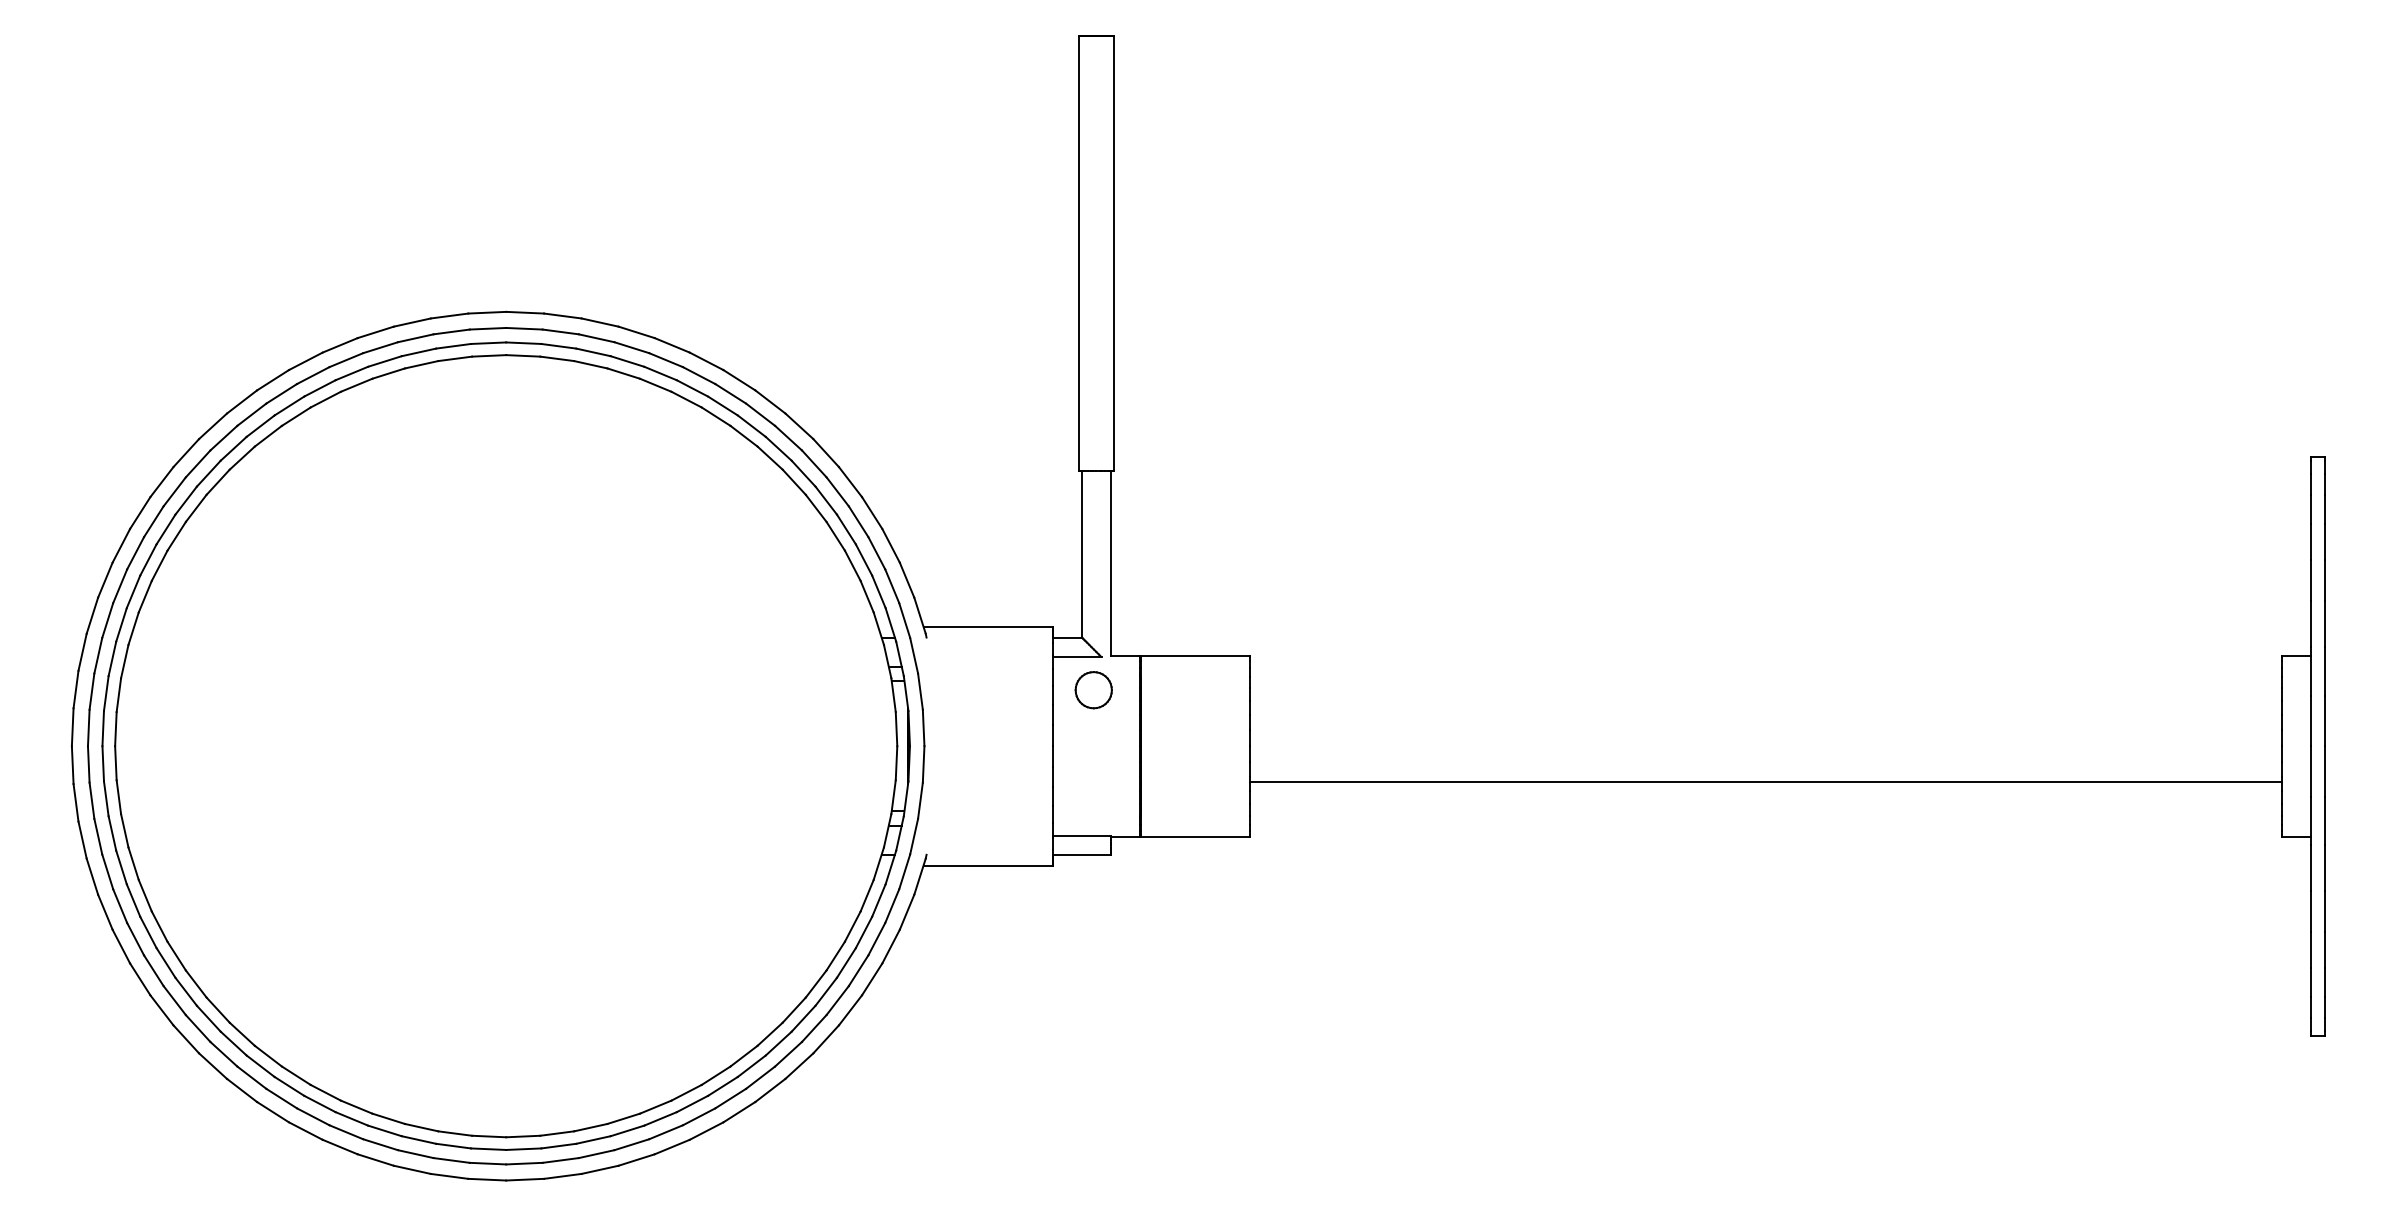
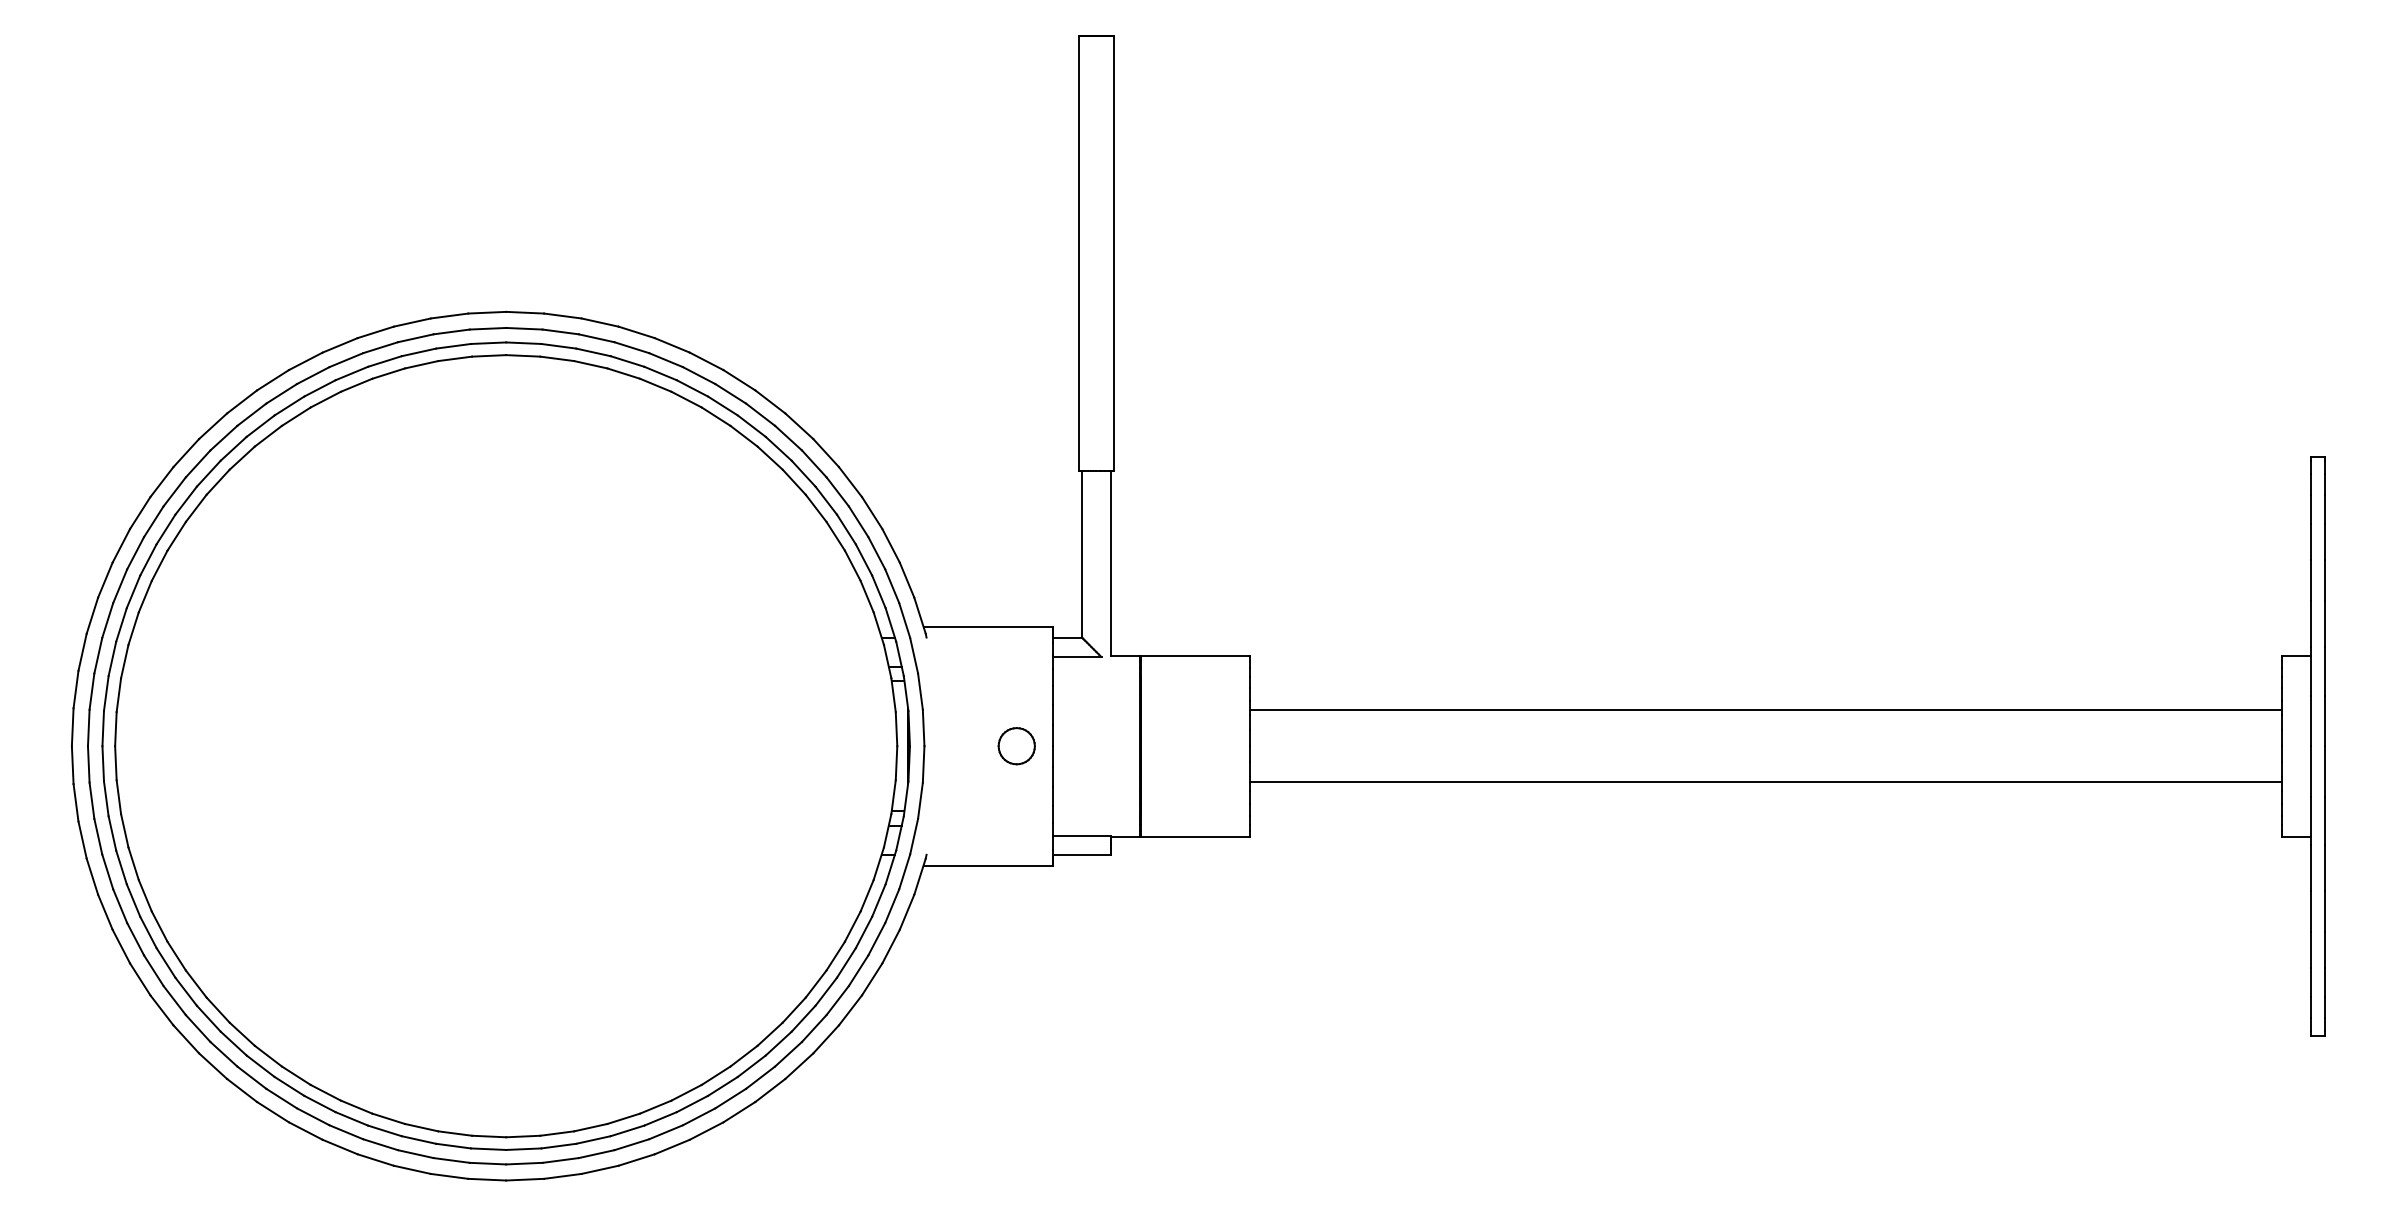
part at (1093, 690) position: (1093, 690) -> (1016, 746)
line at (1765, 709): none -> present
